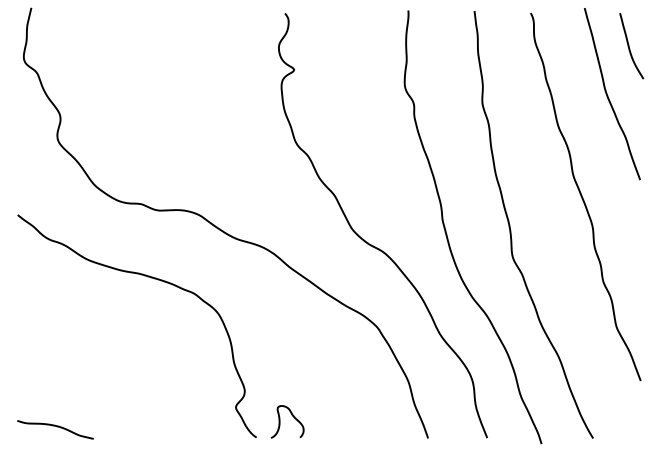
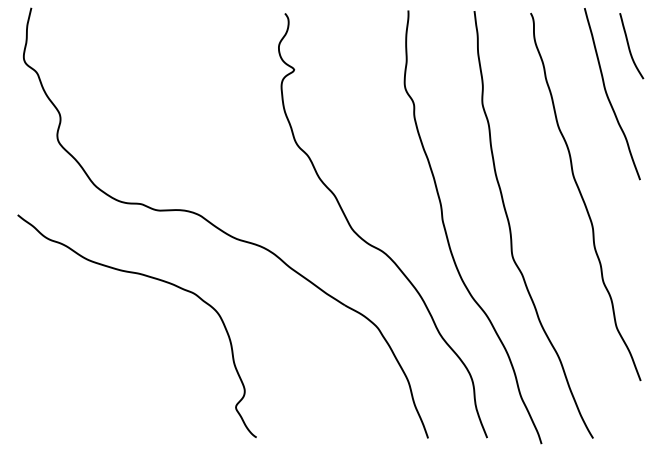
curve at (280, 421): present -> none
curve at (57, 427): present -> none
